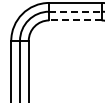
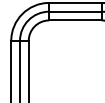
line at (75, 11): dashed -> solid
line at (74, 20): dashed -> solid
